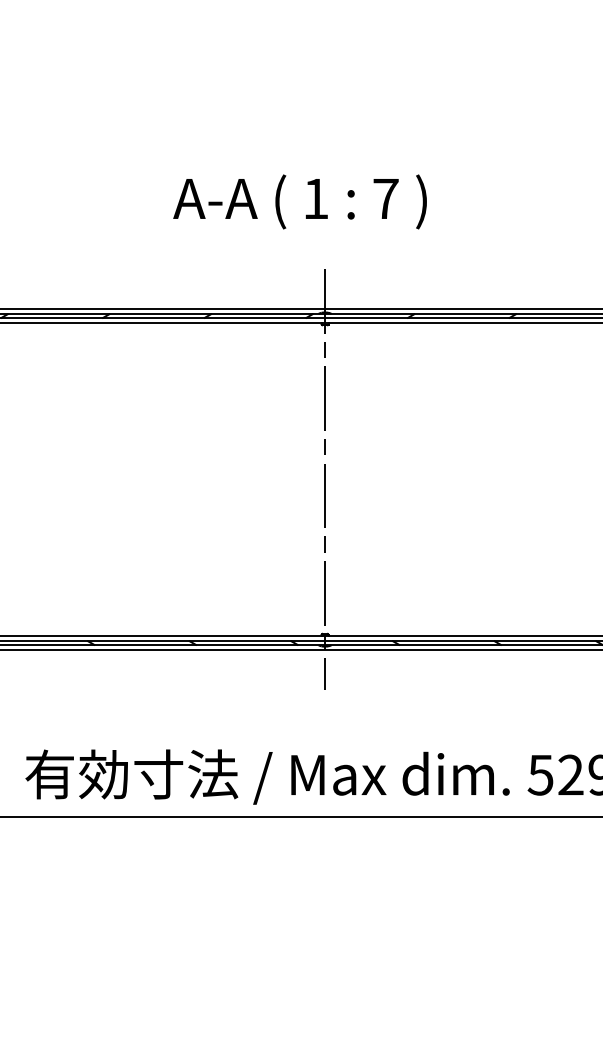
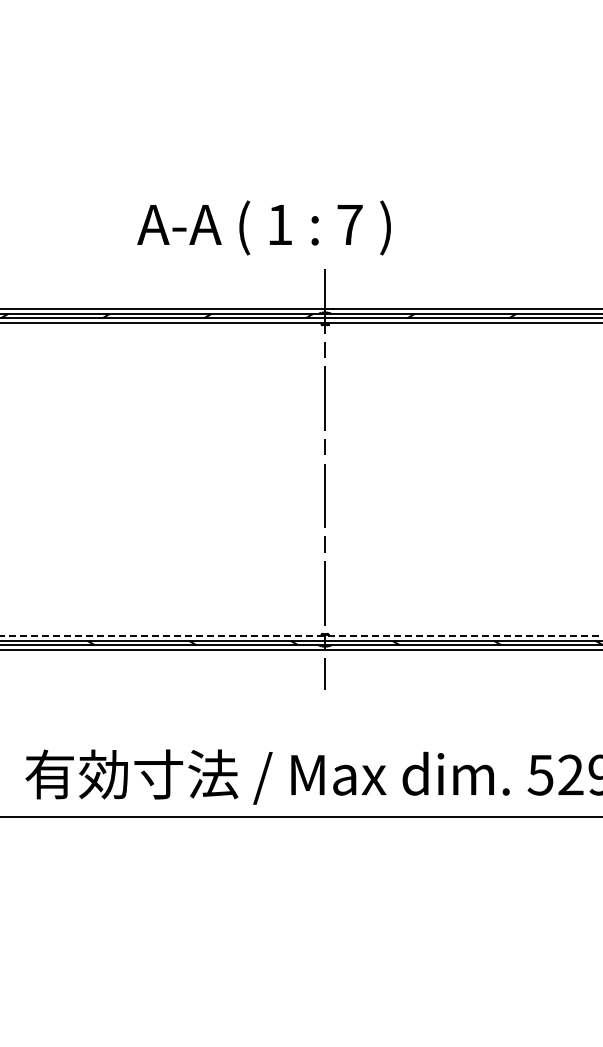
text at (299, 201) position: (299, 201) -> (263, 227)
line at (301, 636): solid -> dashed
